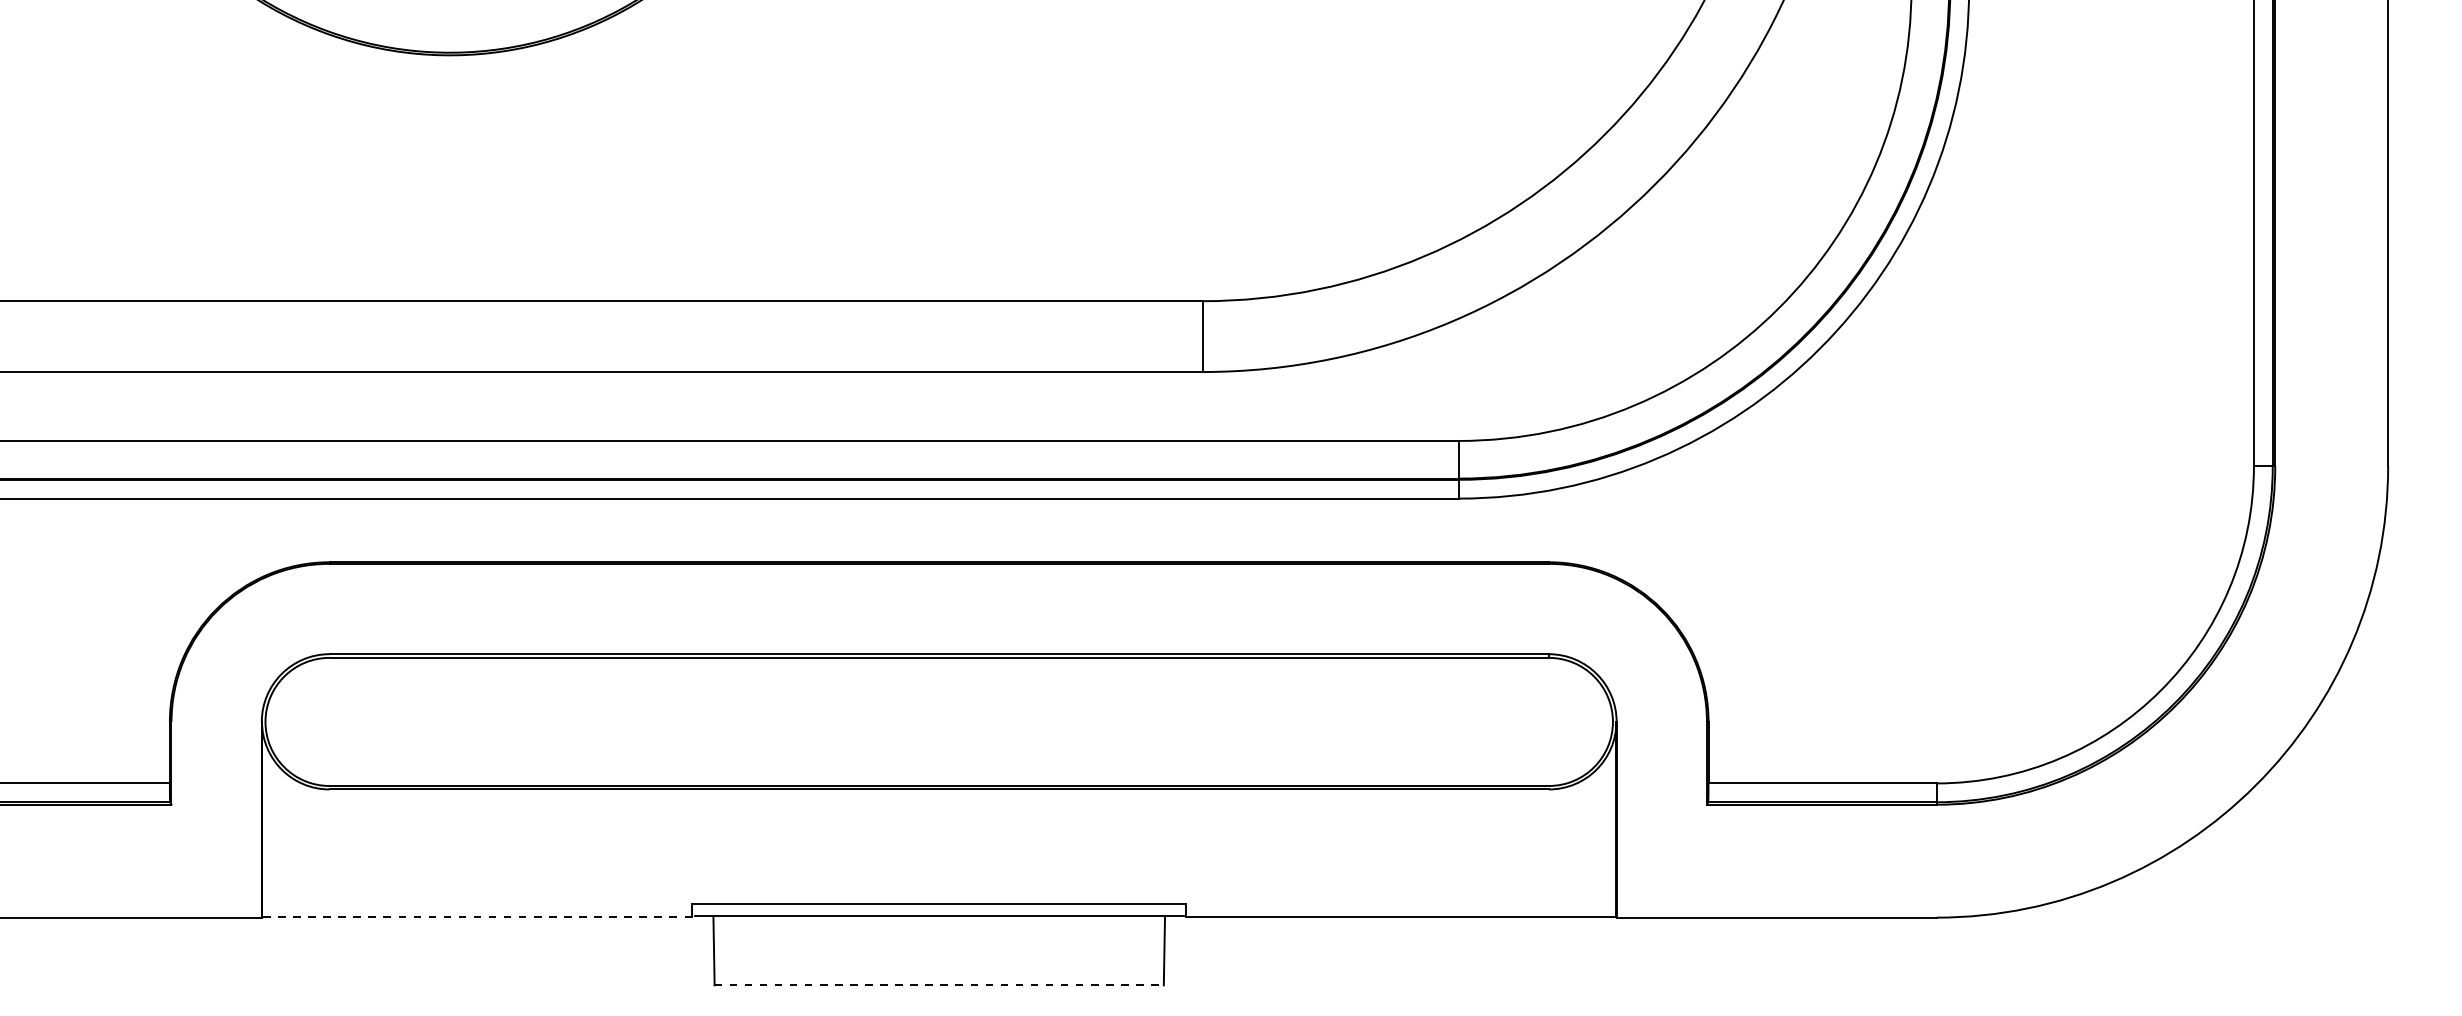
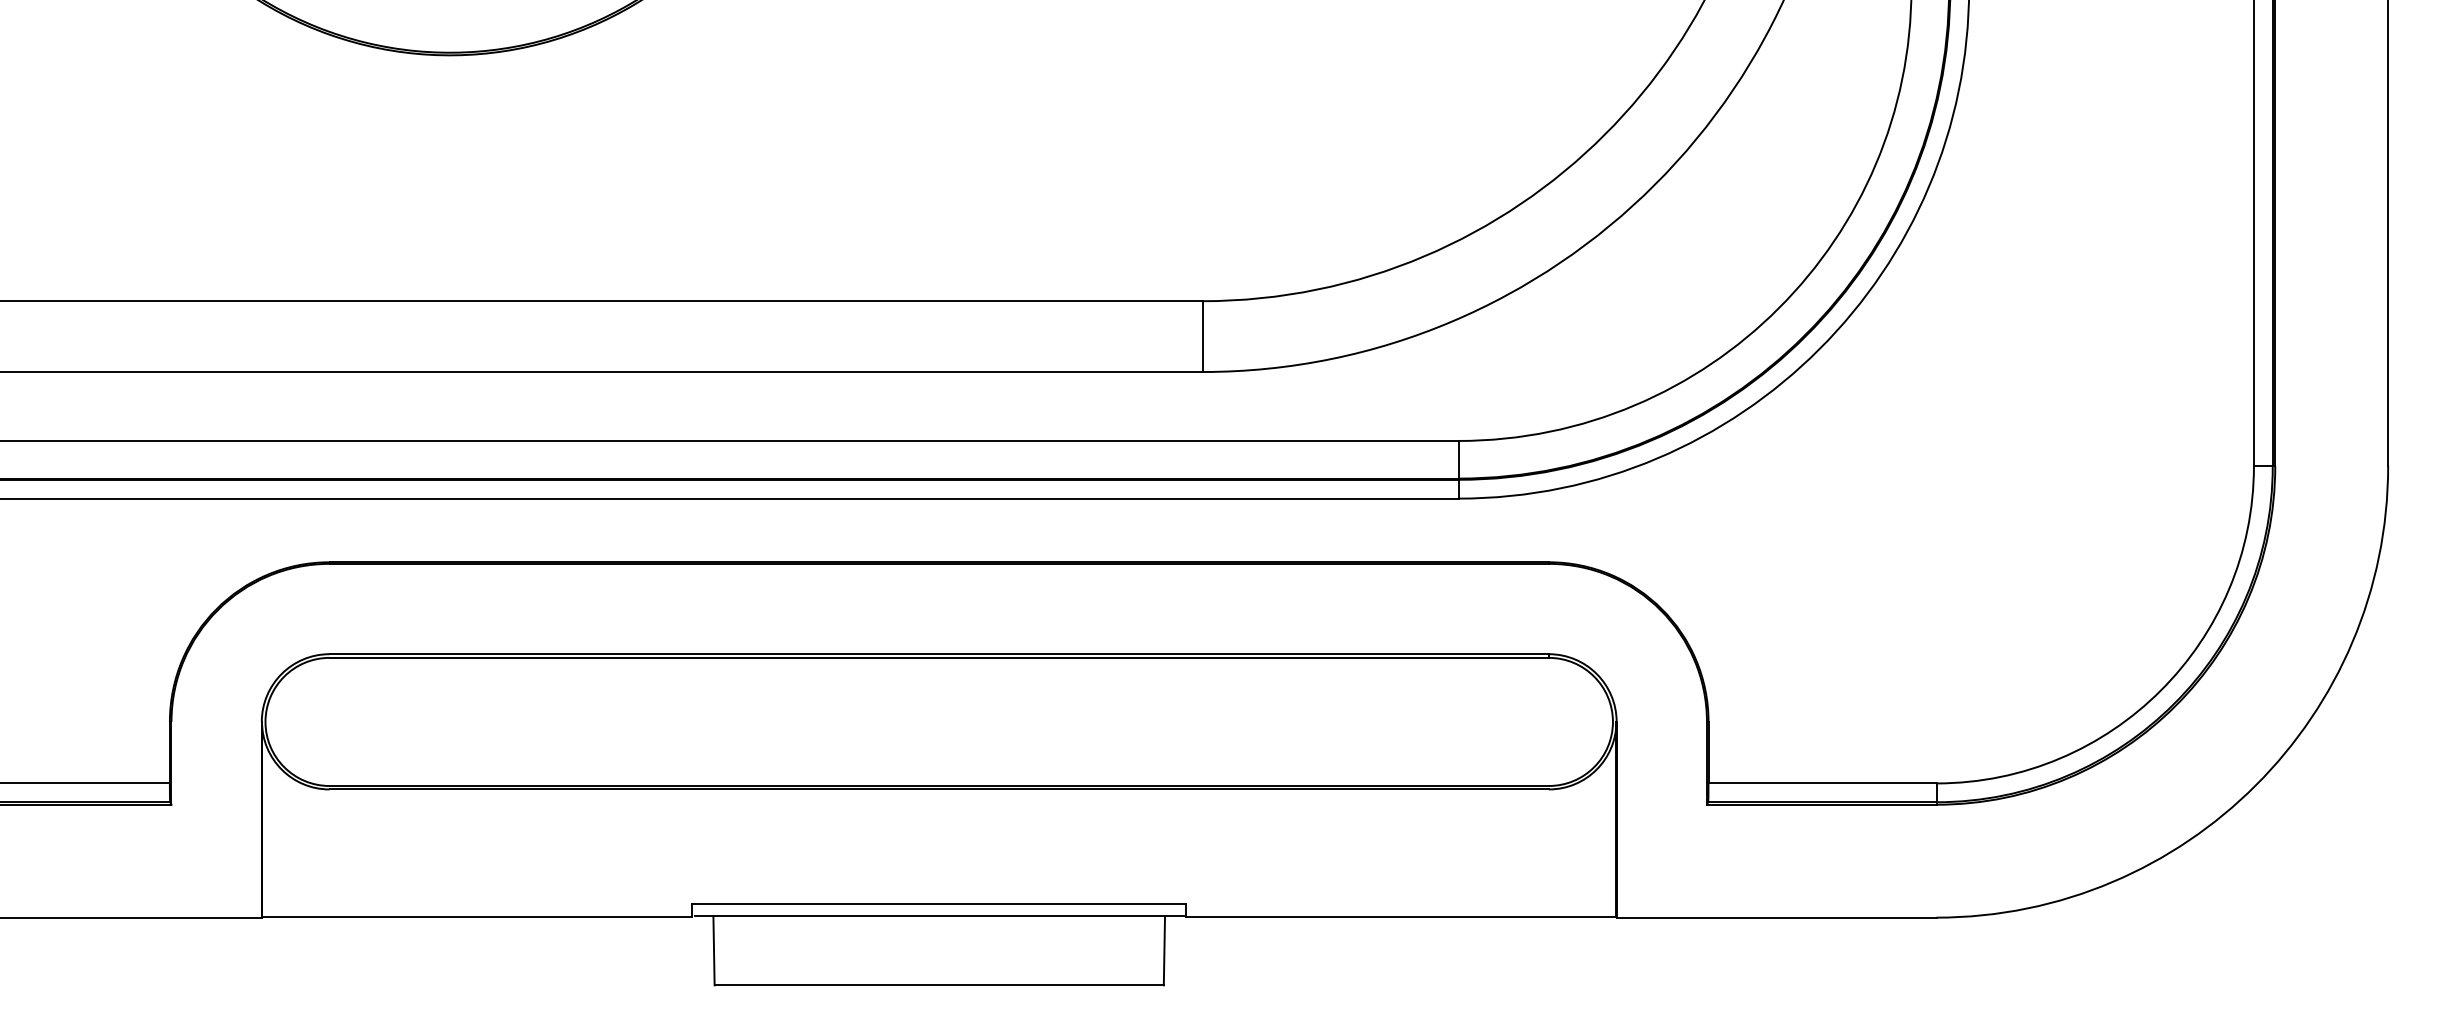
line at (476, 917): dashed -> solid
line at (939, 985): dashed -> solid
